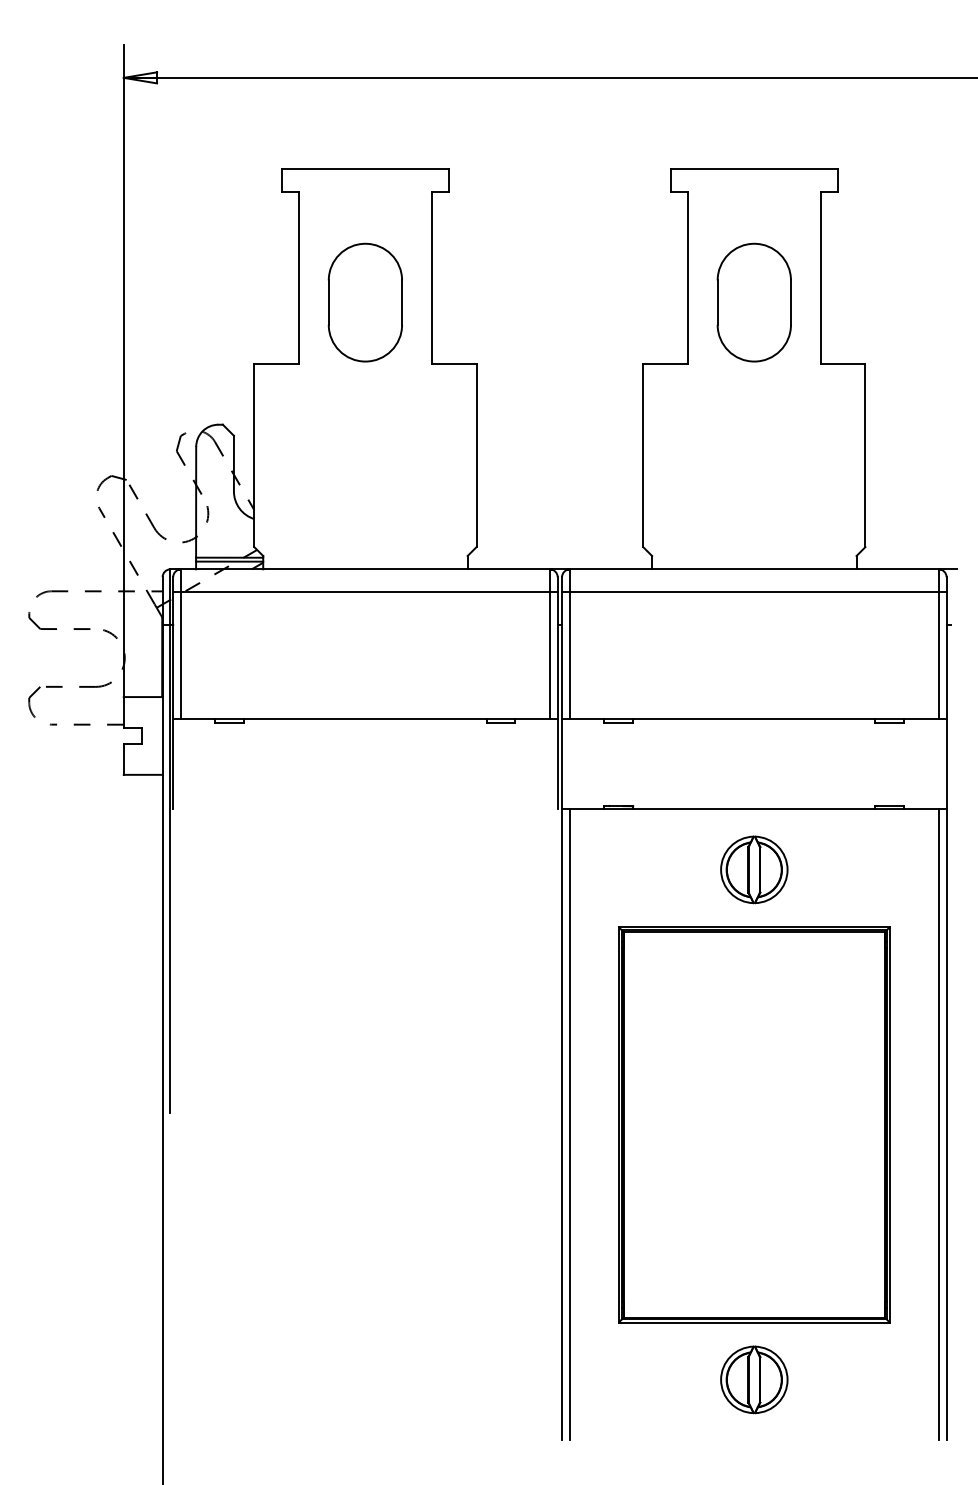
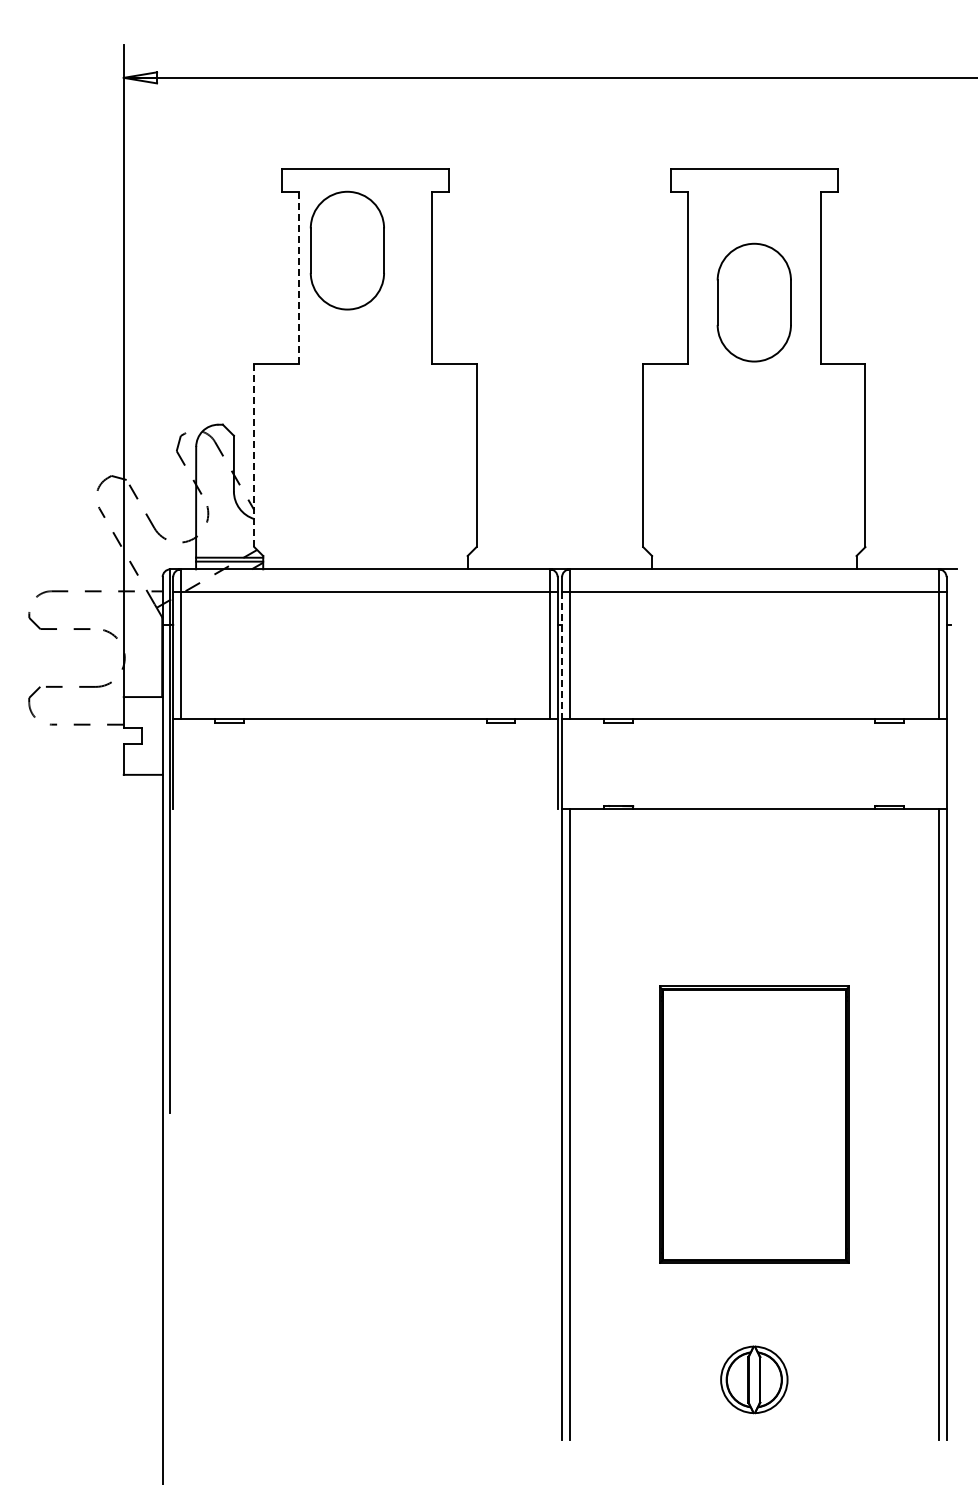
line at (298, 277): solid -> dashed
part at (364, 302) position: (364, 302) -> (346, 250)
line at (254, 455): solid -> dashed
line at (562, 655): solid -> dashed
part at (754, 869): present -> none
part at (754, 1124) size: 273x398 px -> 191x279 px
